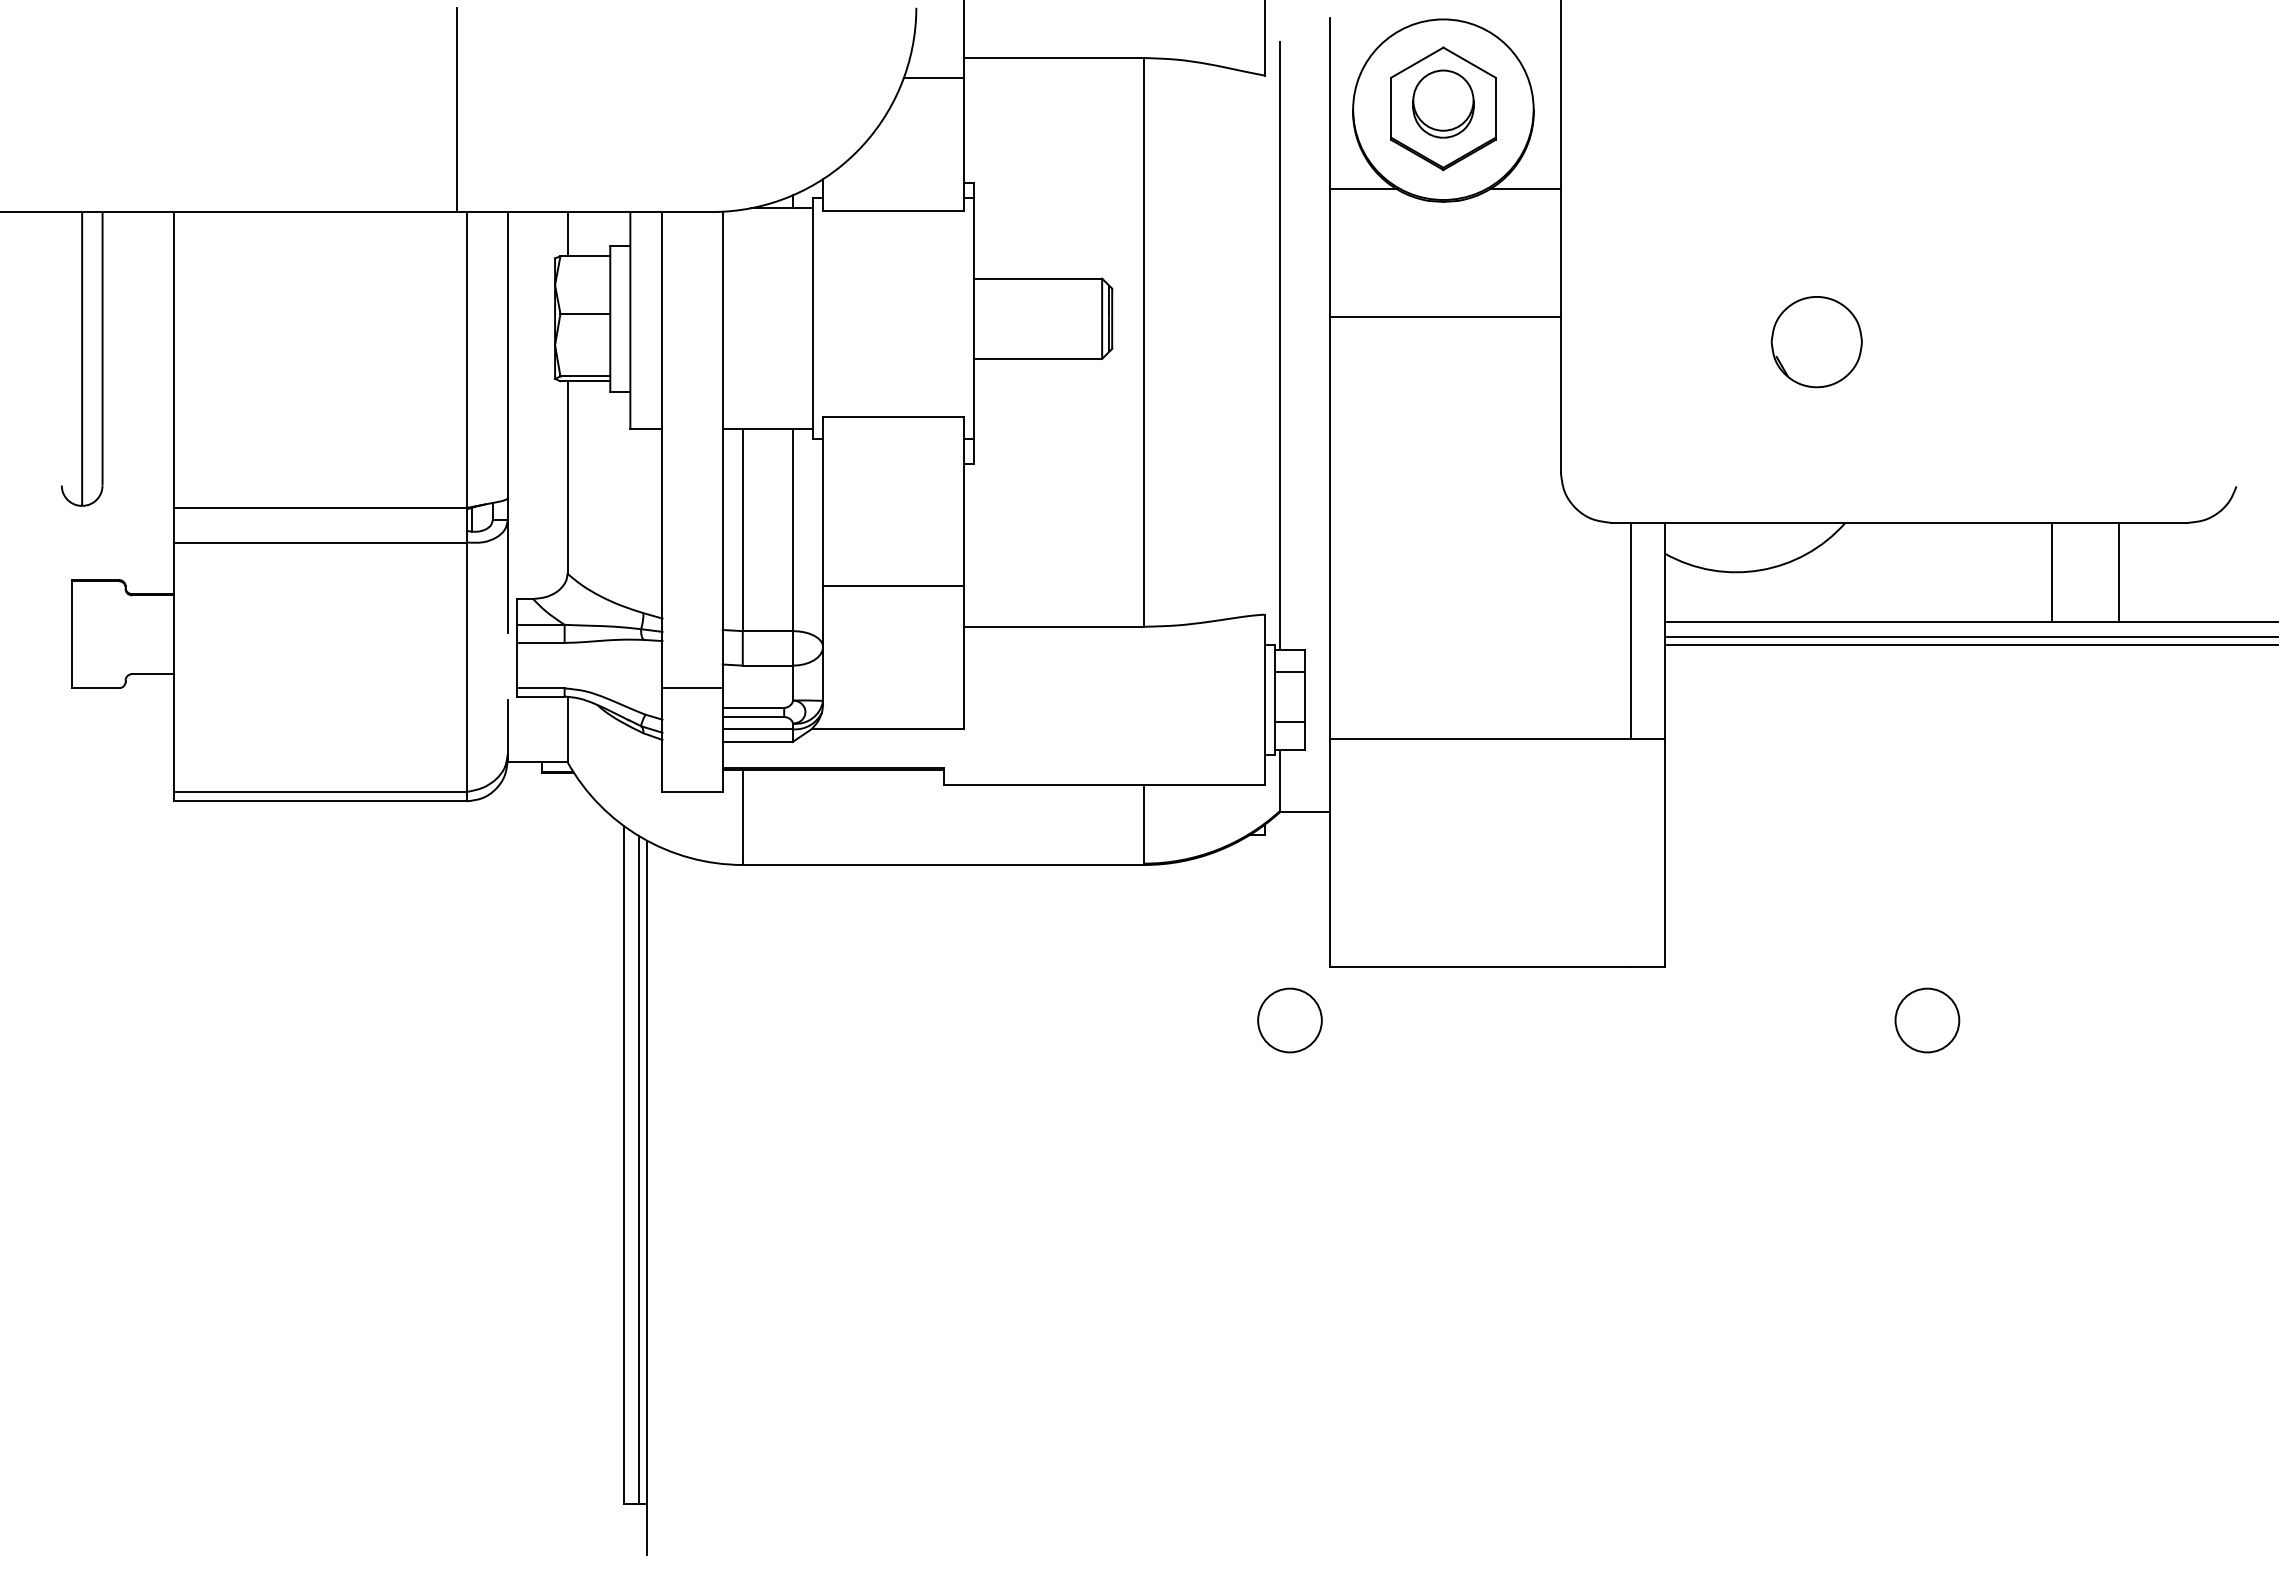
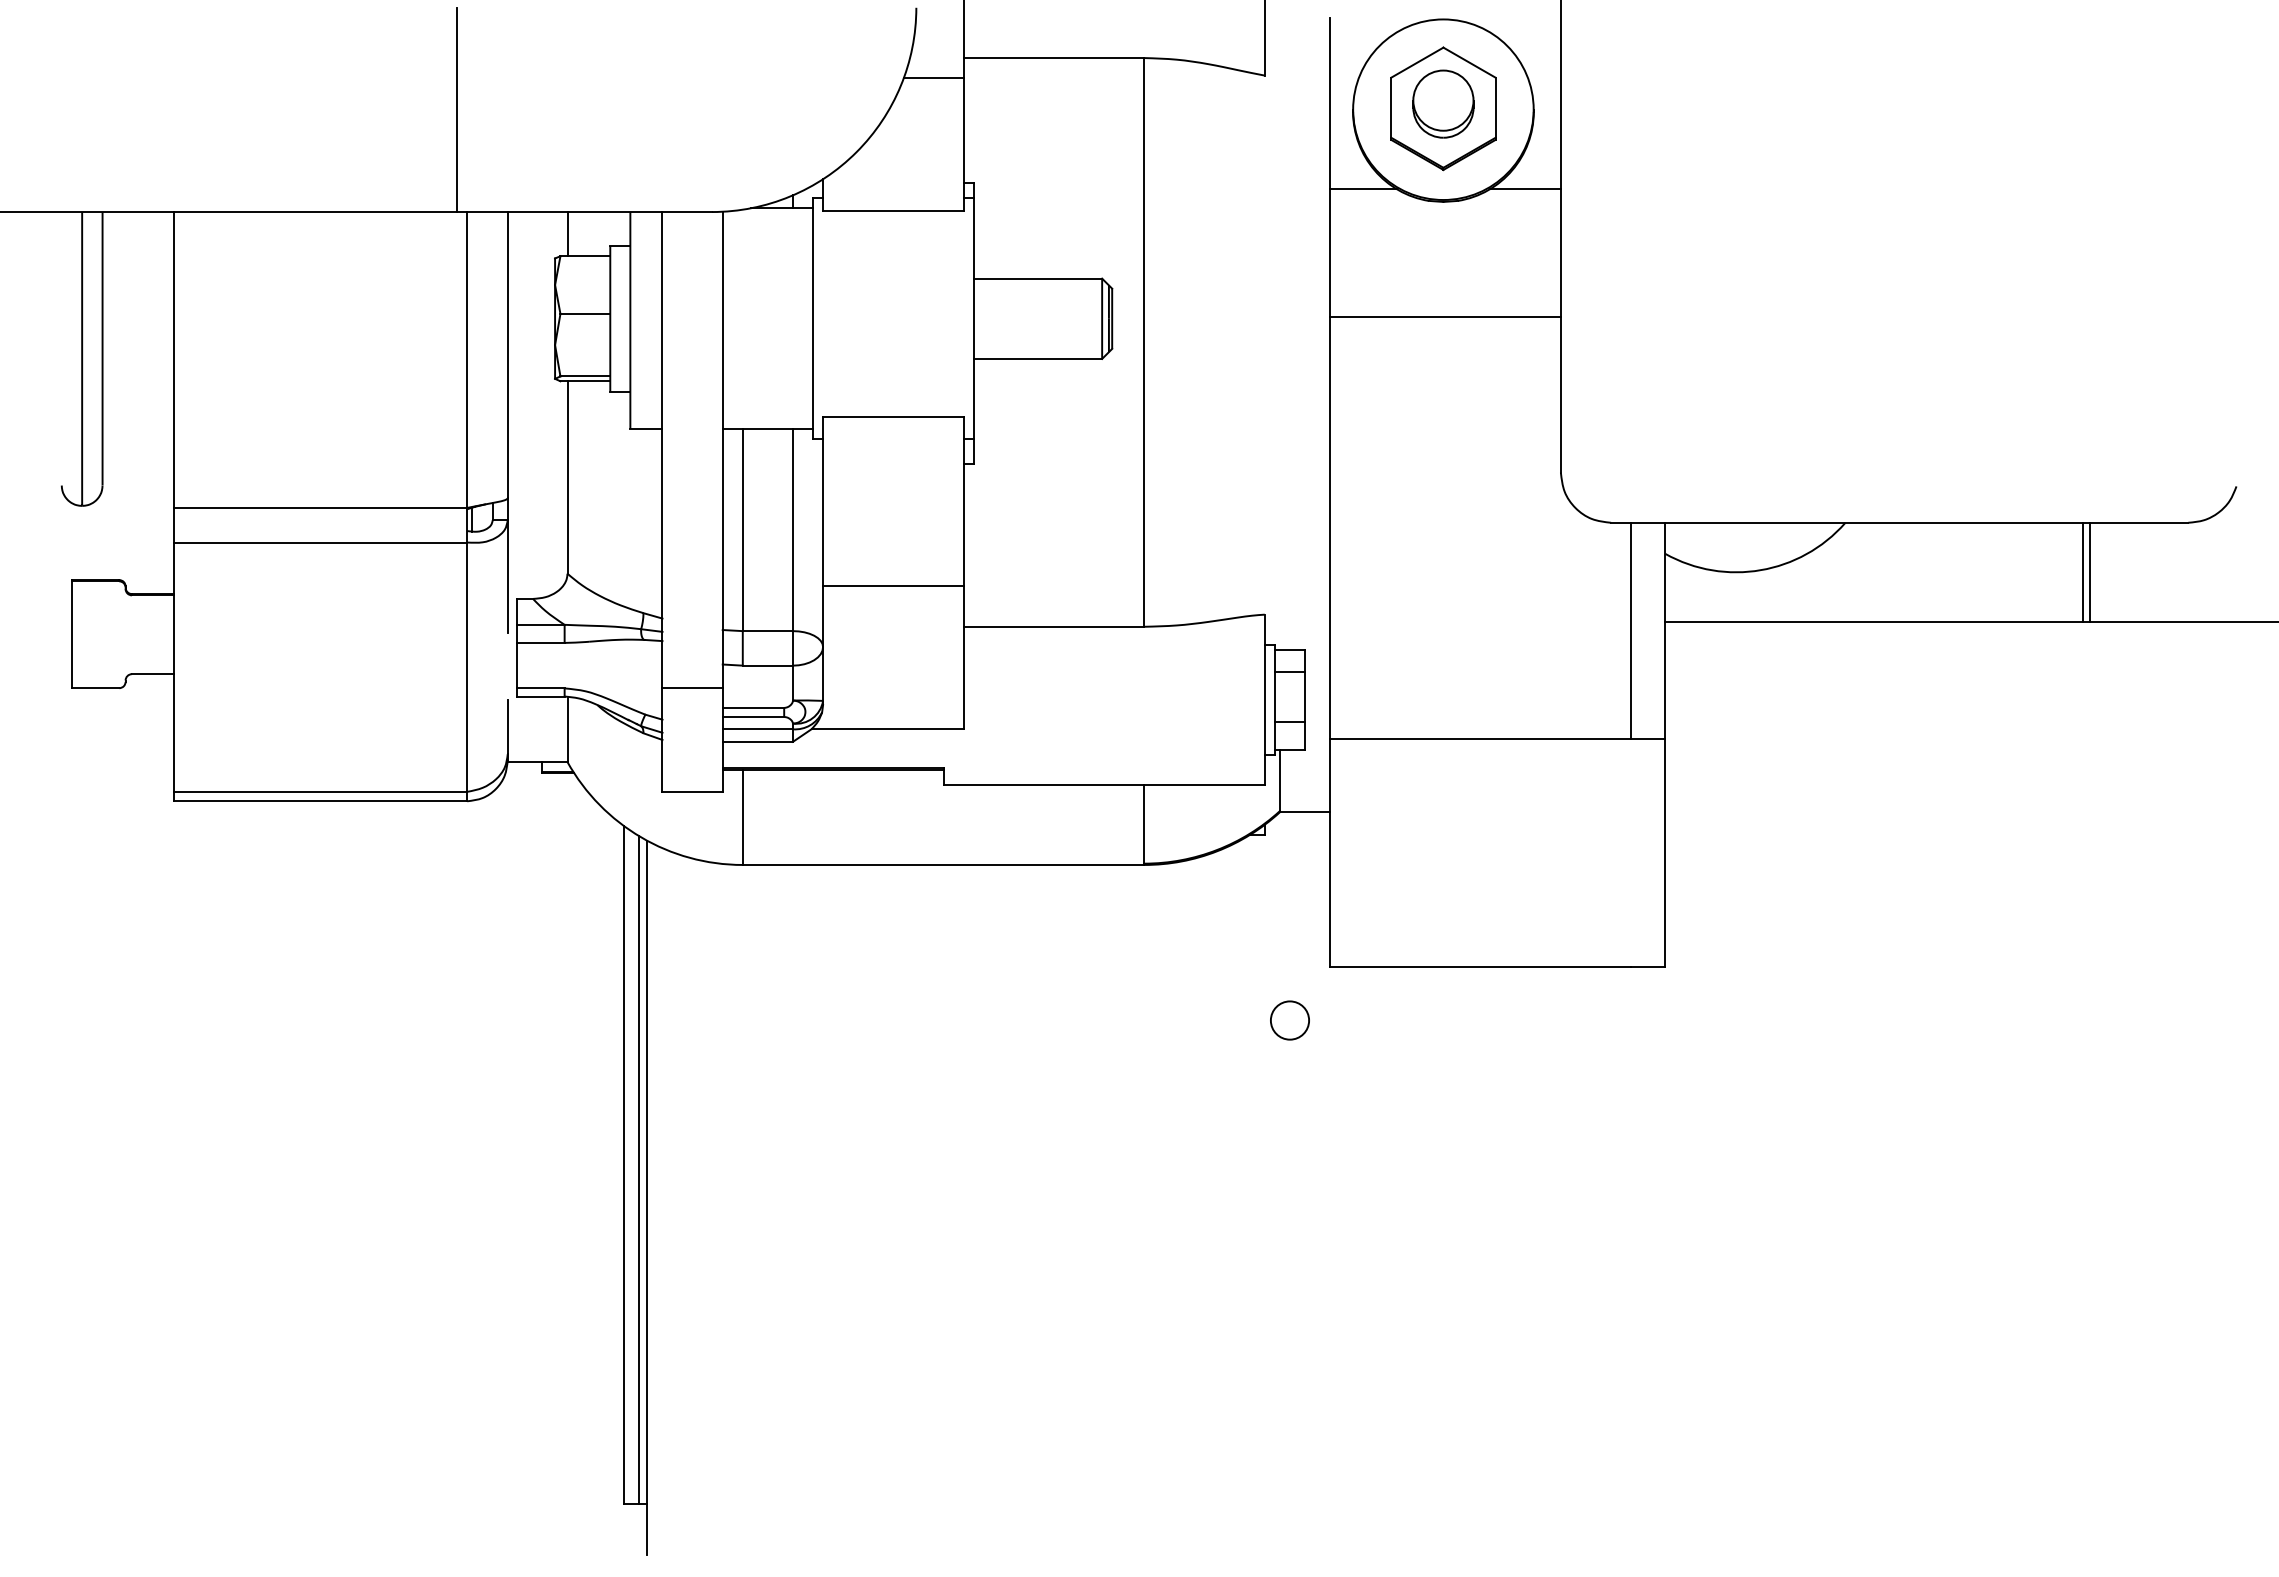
part at (1816, 342): present -> none
line at (1279, 345): present -> none
line at (2052, 572) position: (2052, 572) -> (2083, 572)
line at (2118, 572) position: (2118, 572) -> (2089, 572)
line at (1970, 637): present -> none
line at (1970, 645): present -> none
circle at (1289, 1020) diameter: 64 px -> 38 px
circle at (1927, 1020): present -> none
